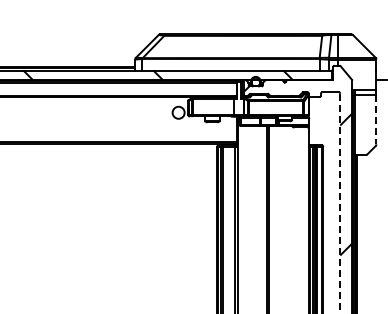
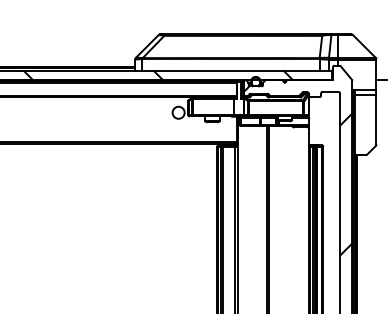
line at (376, 119): dashed -> solid
line at (340, 203): dashed -> solid
